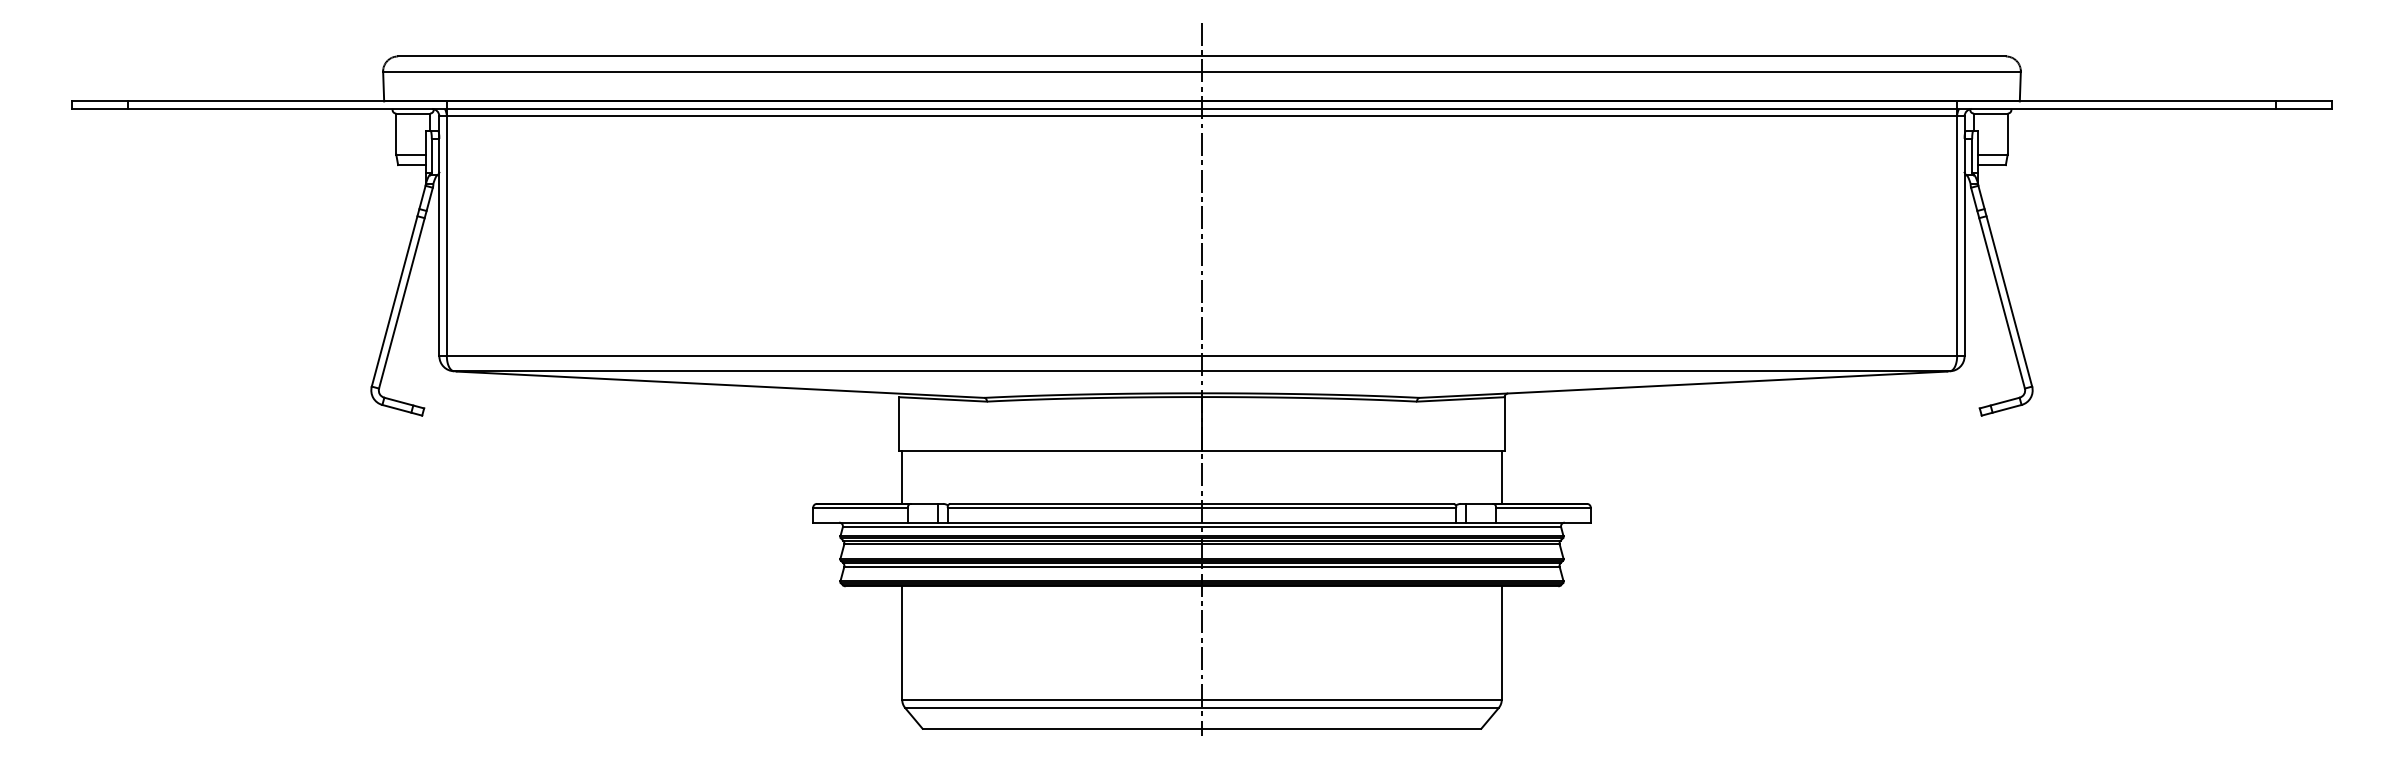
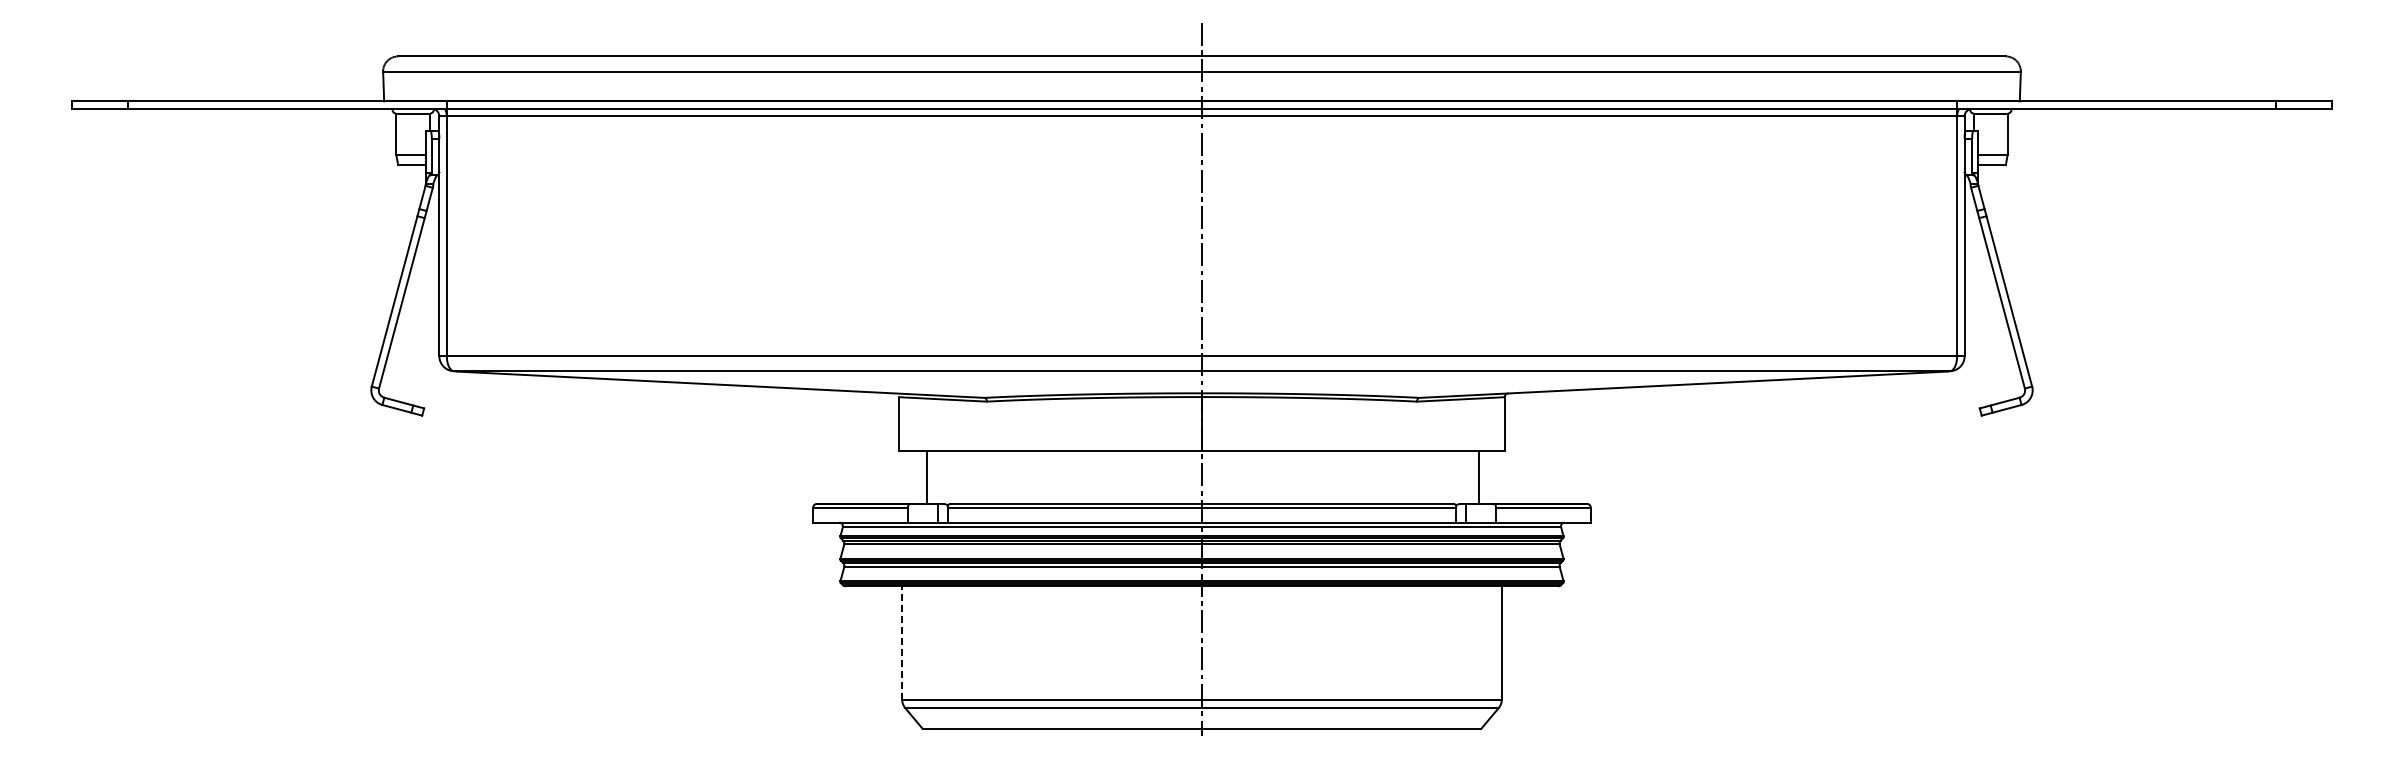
line at (902, 477) position: (902, 477) -> (927, 477)
line at (1501, 477) position: (1501, 477) -> (1478, 477)
line at (902, 643): solid -> dashed
